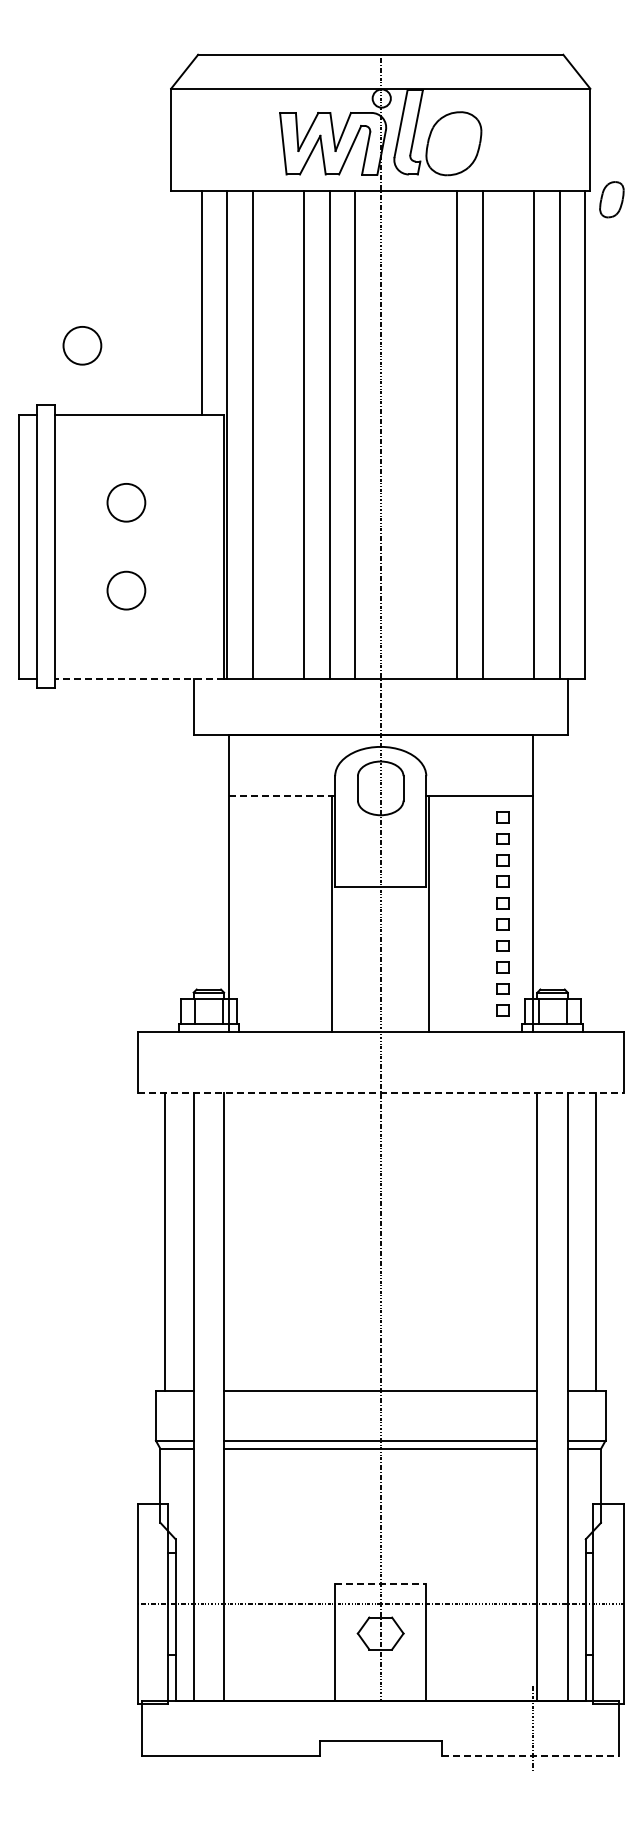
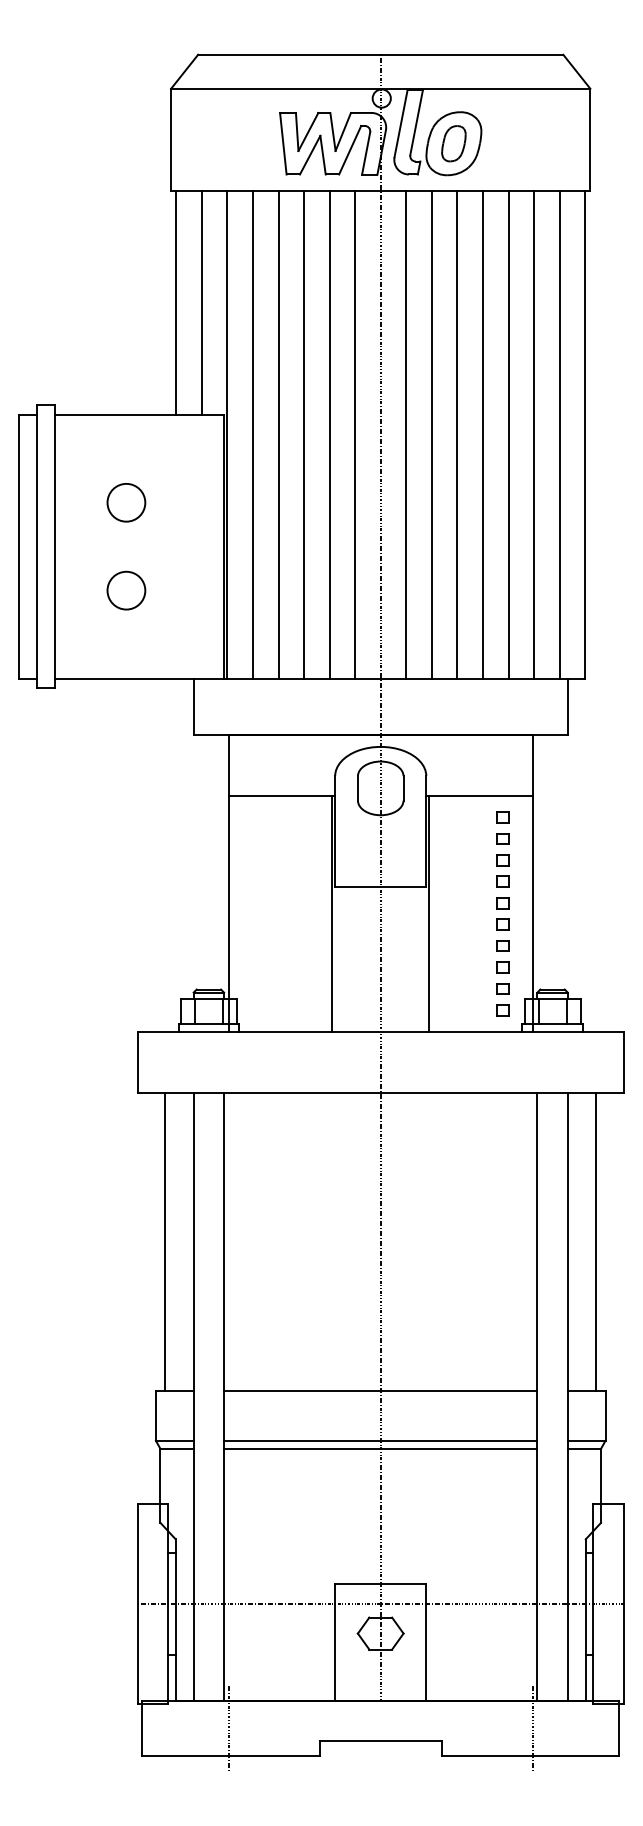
part at (611, 199) position: (611, 199) -> (453, 143)
line at (176, 302): none -> present
circle at (82, 345): present -> none
line at (278, 434): none -> present
line at (406, 434): none -> present
line at (431, 434): none -> present
line at (508, 434): none -> present
line at (139, 678): dashed -> solid
line at (282, 796): dashed -> solid
line at (381, 1092): dashed -> solid
line at (380, 1584): dashed -> solid
line at (228, 1728): none -> present
line at (530, 1756): dashed -> solid
